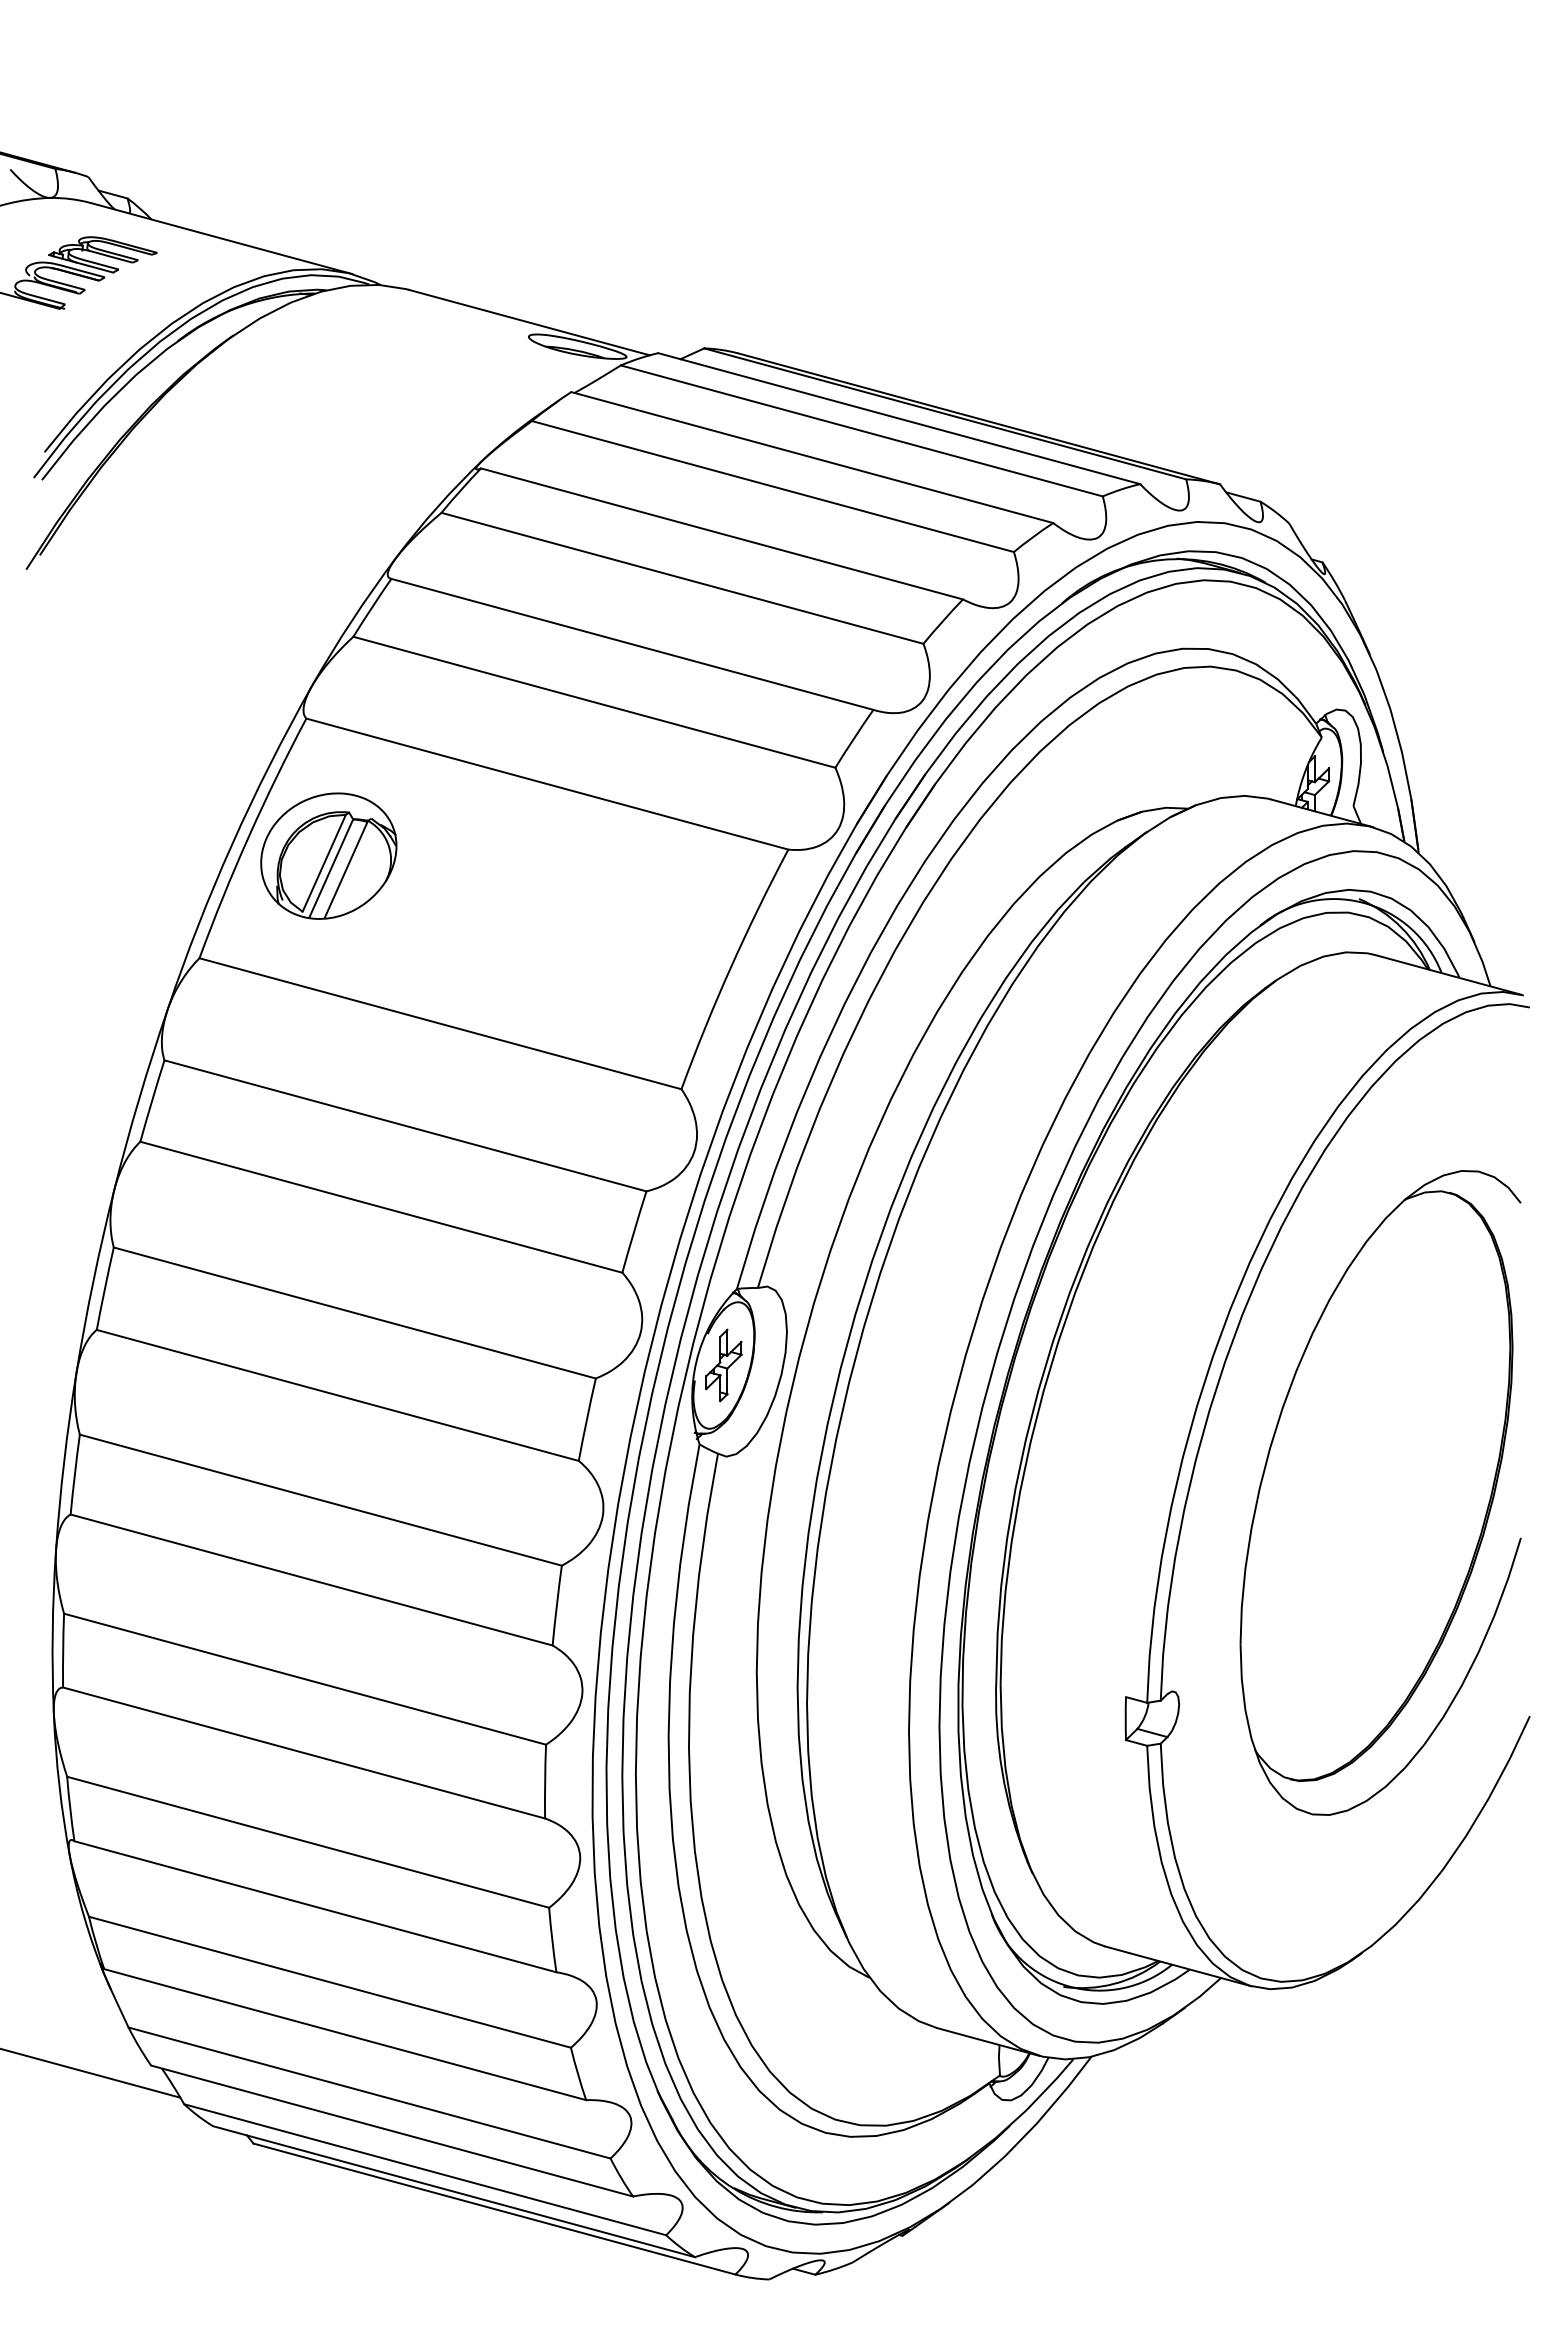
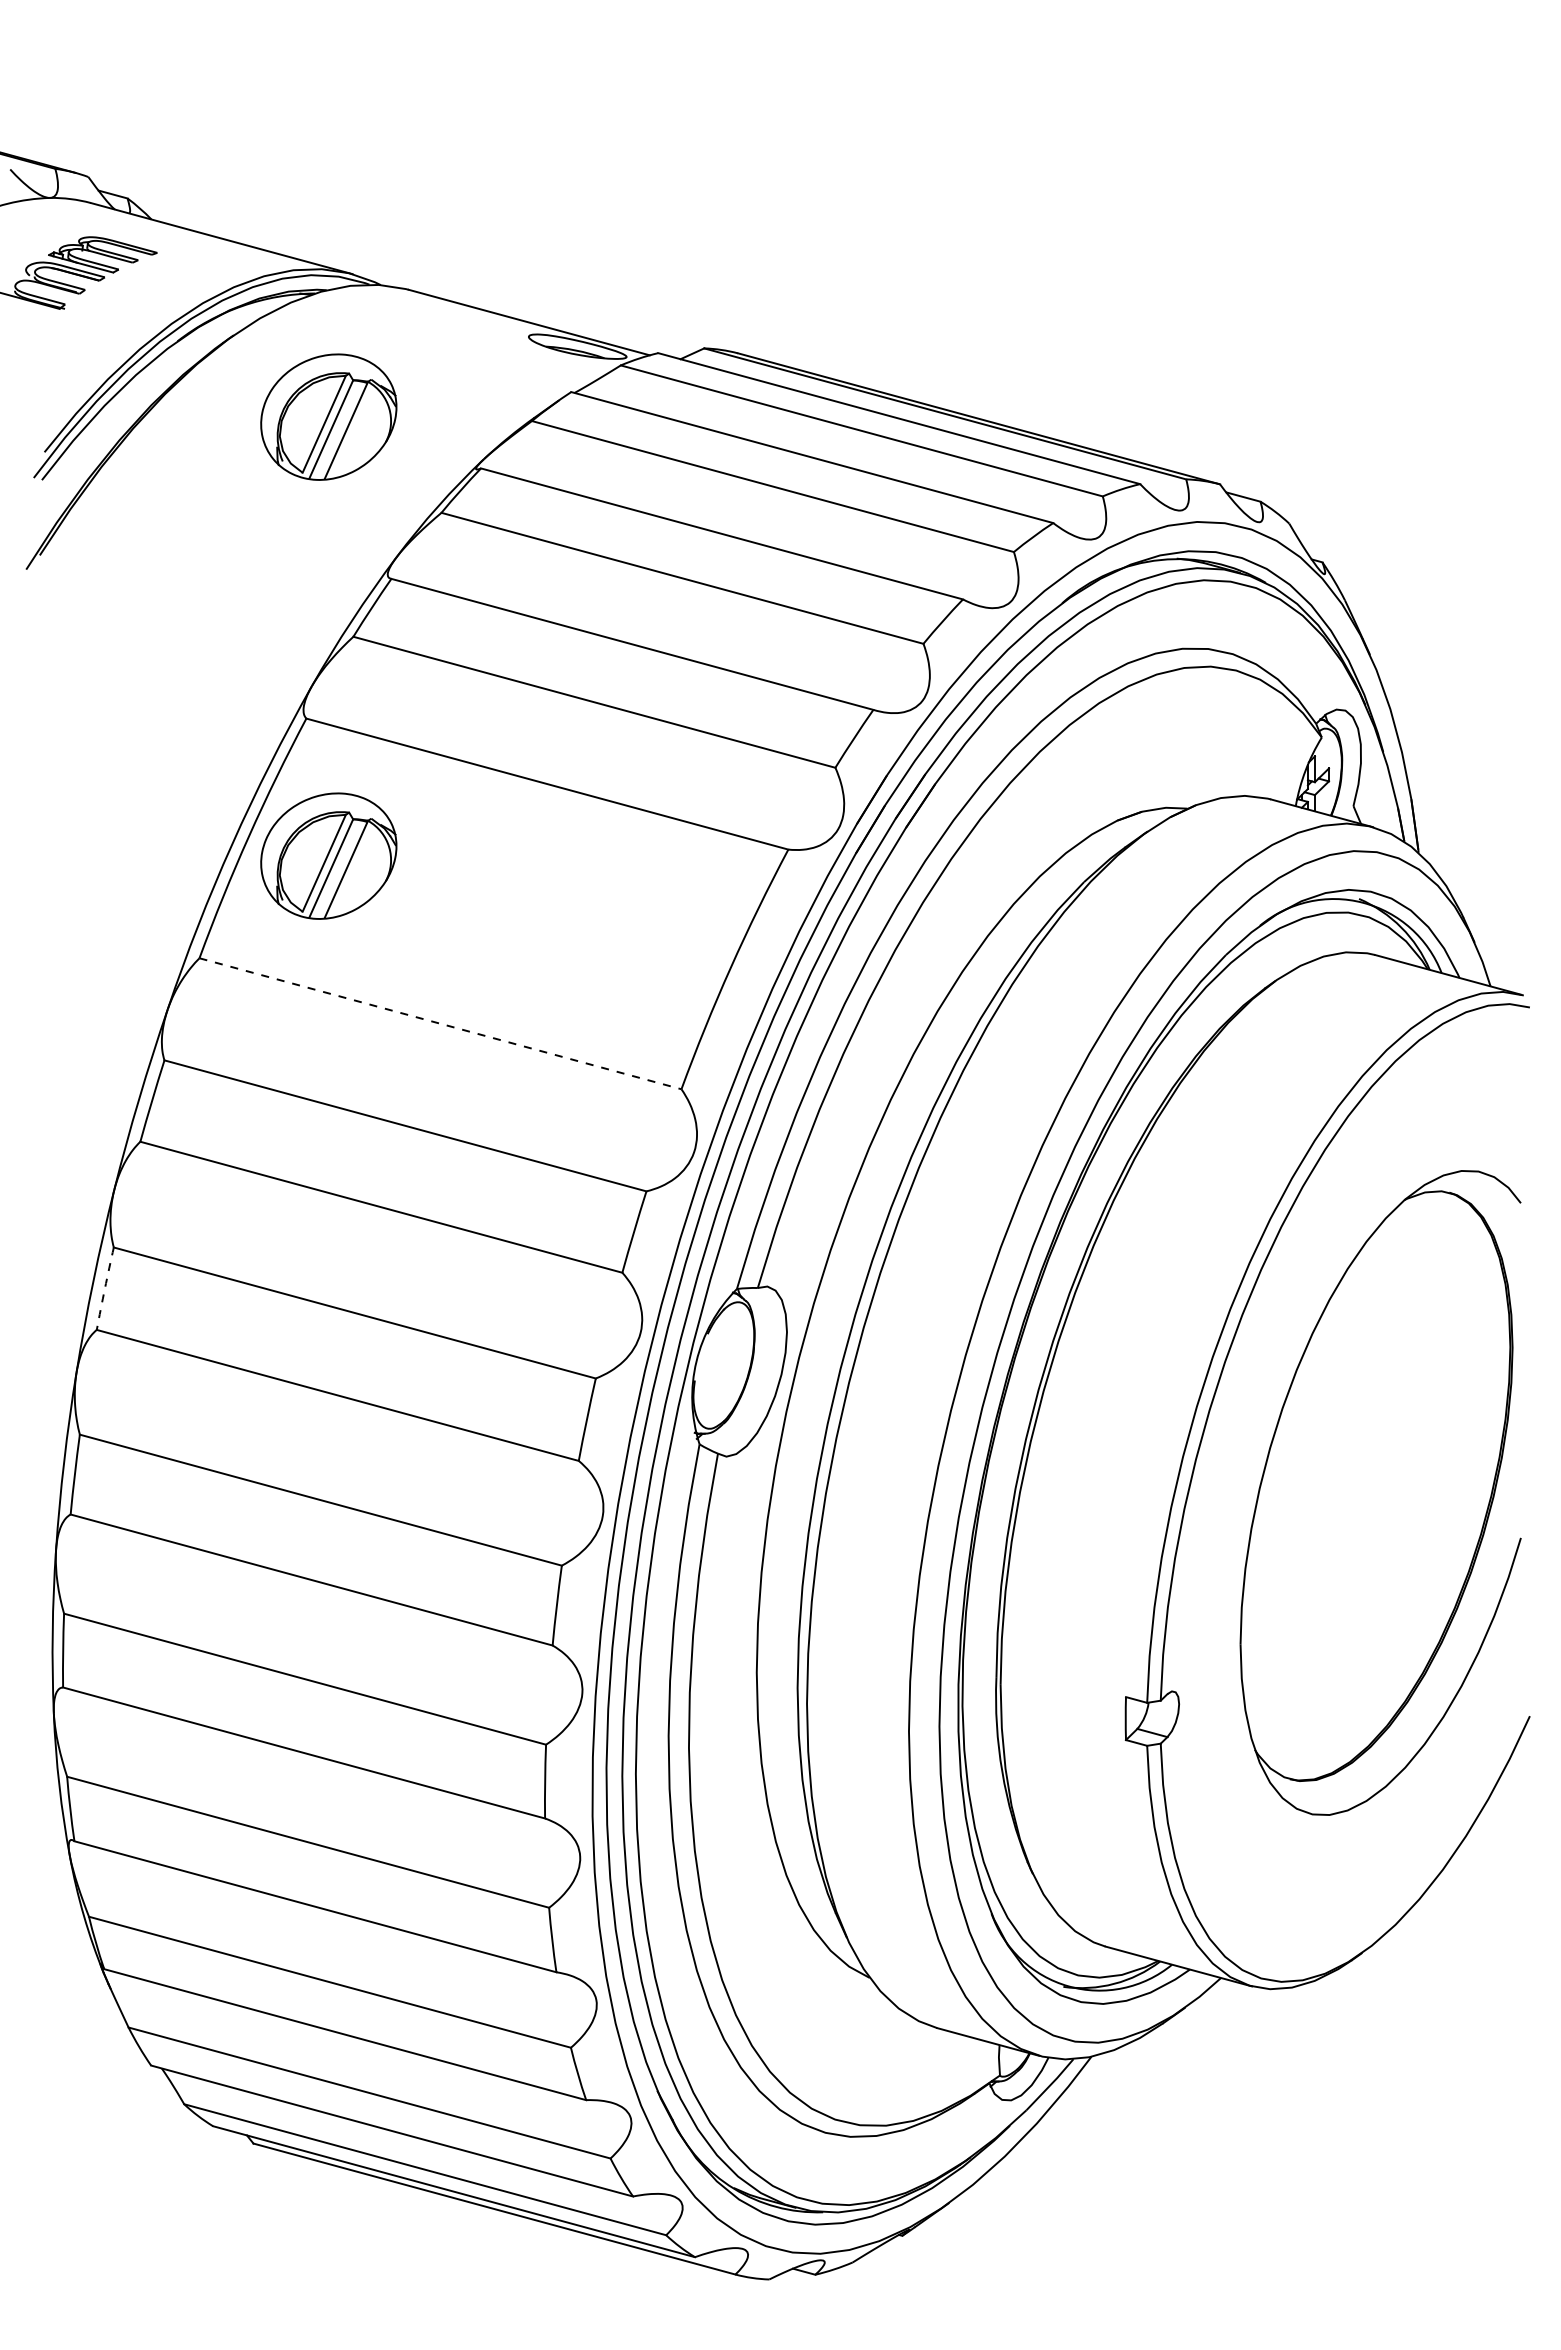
part at (328, 416): none -> present
line at (440, 1023): solid -> dashed
arc at (104, 1288): solid -> dashed
part at (723, 1365): present -> none
line at (91, 2073): present -> none
